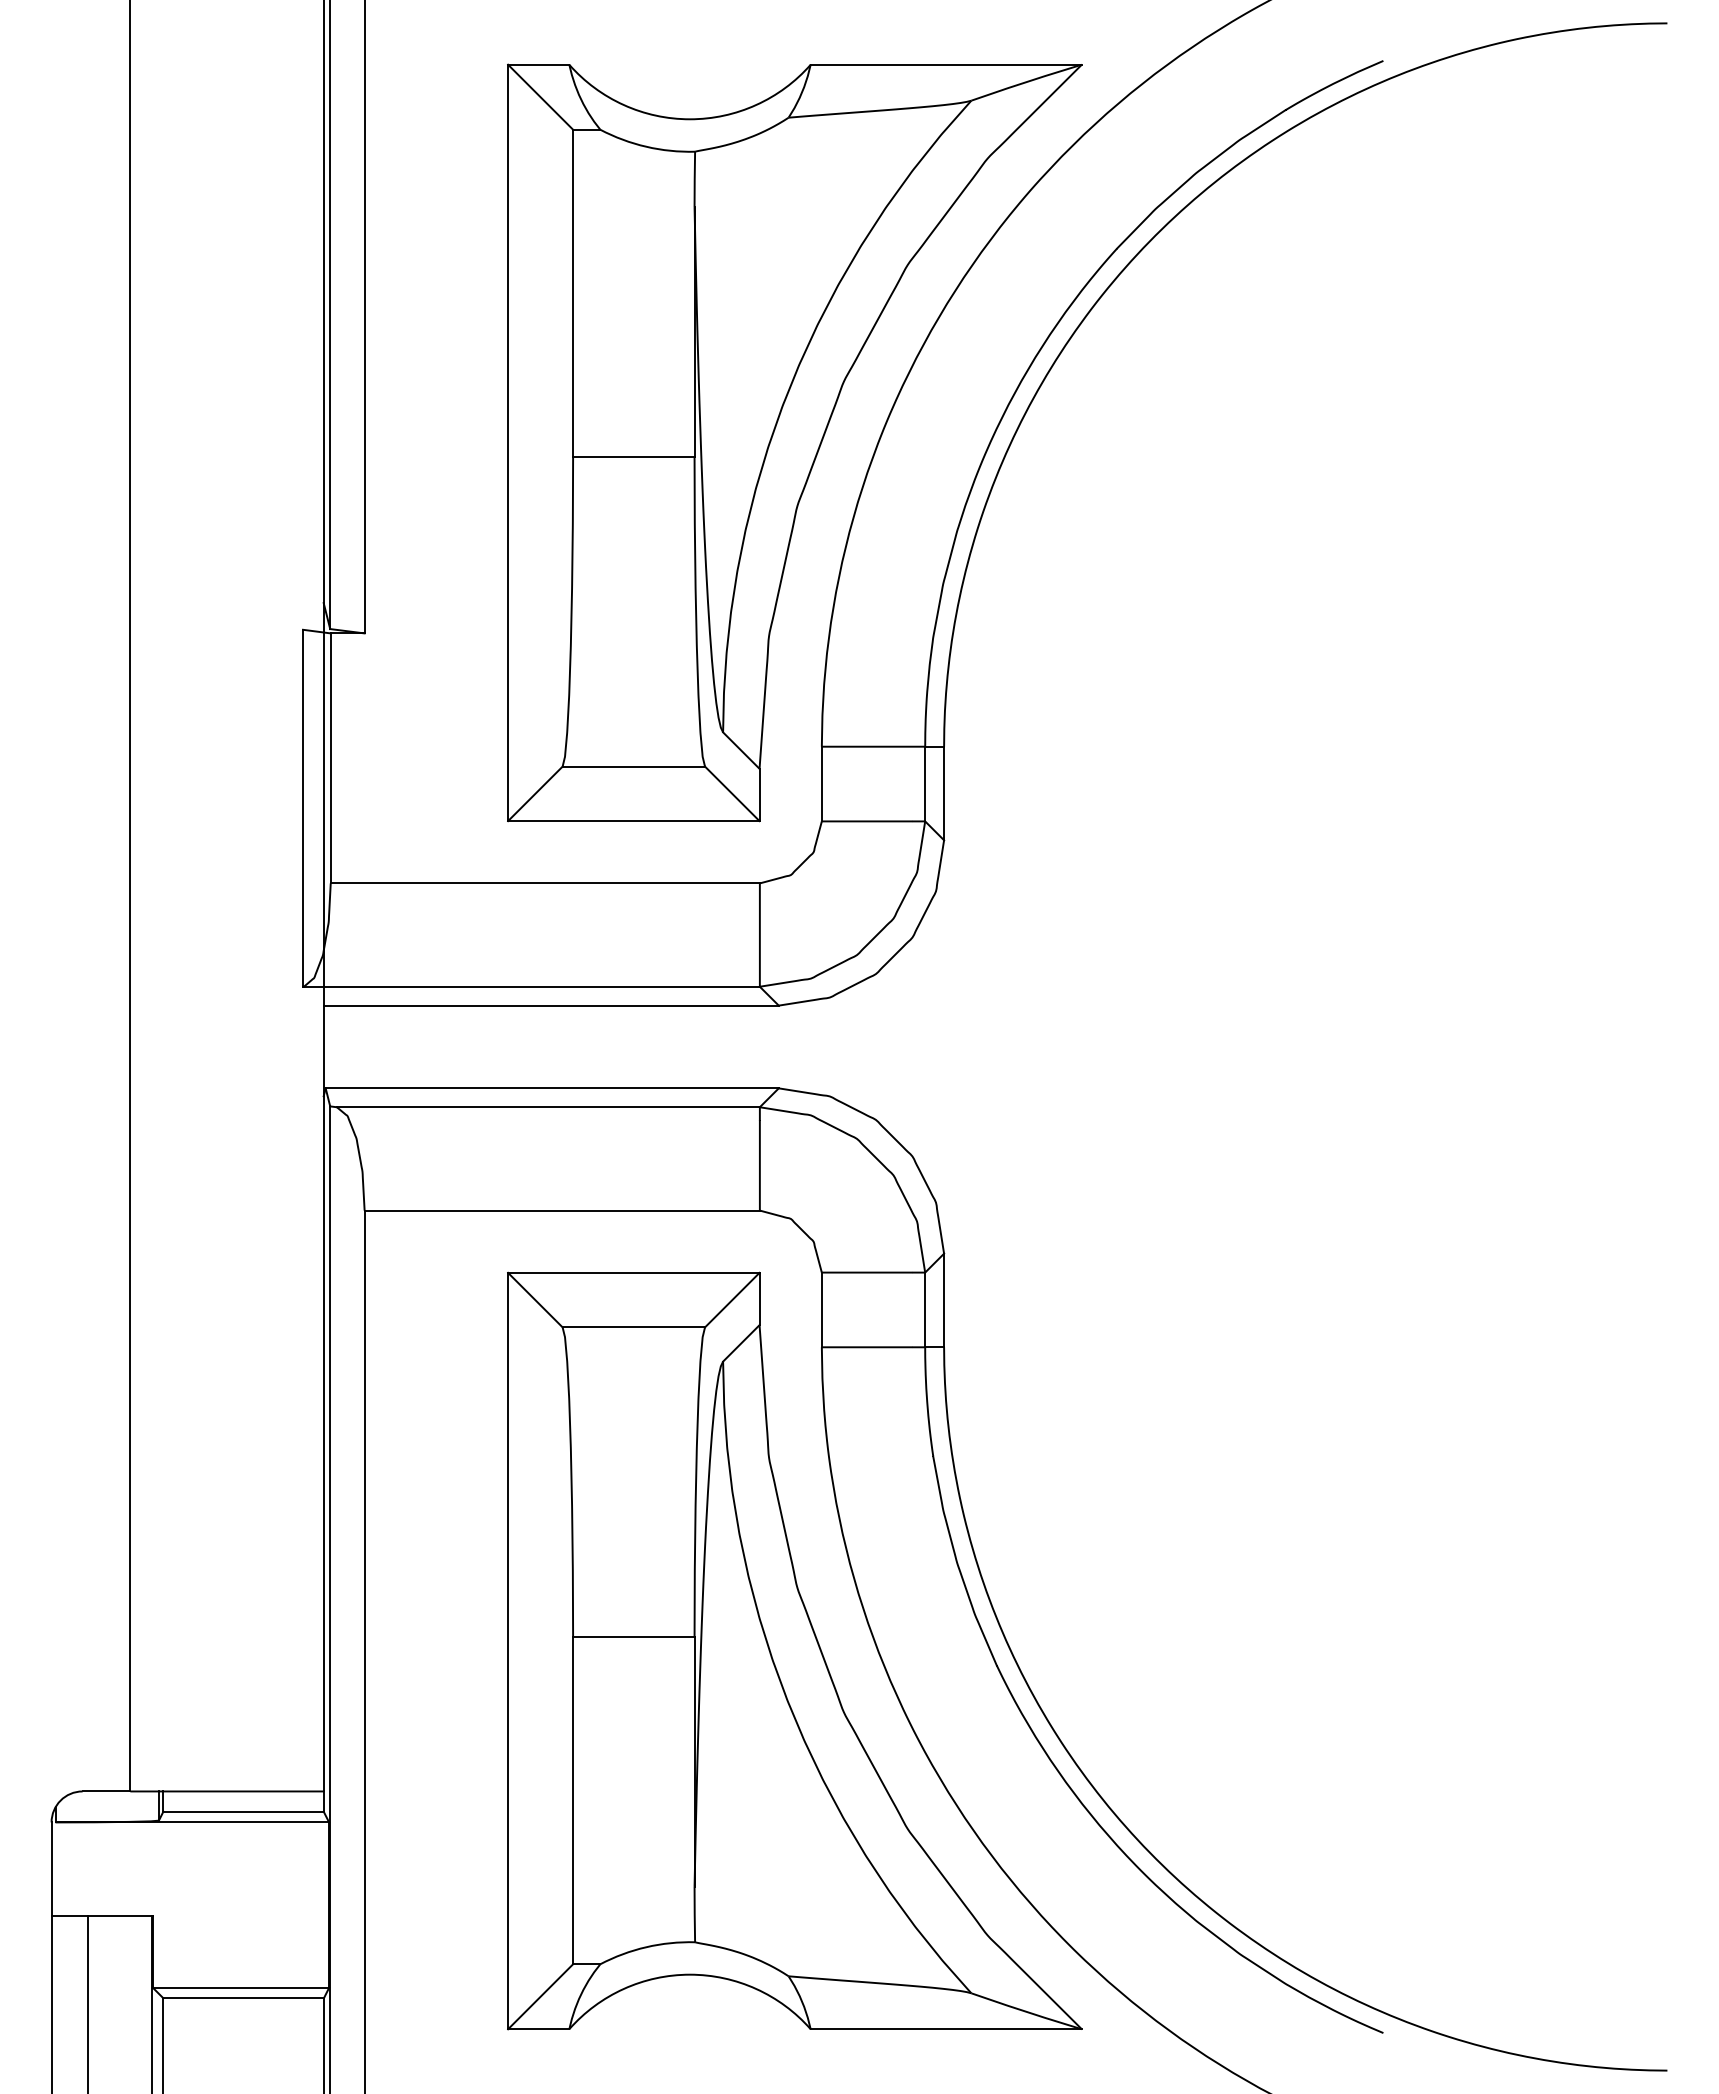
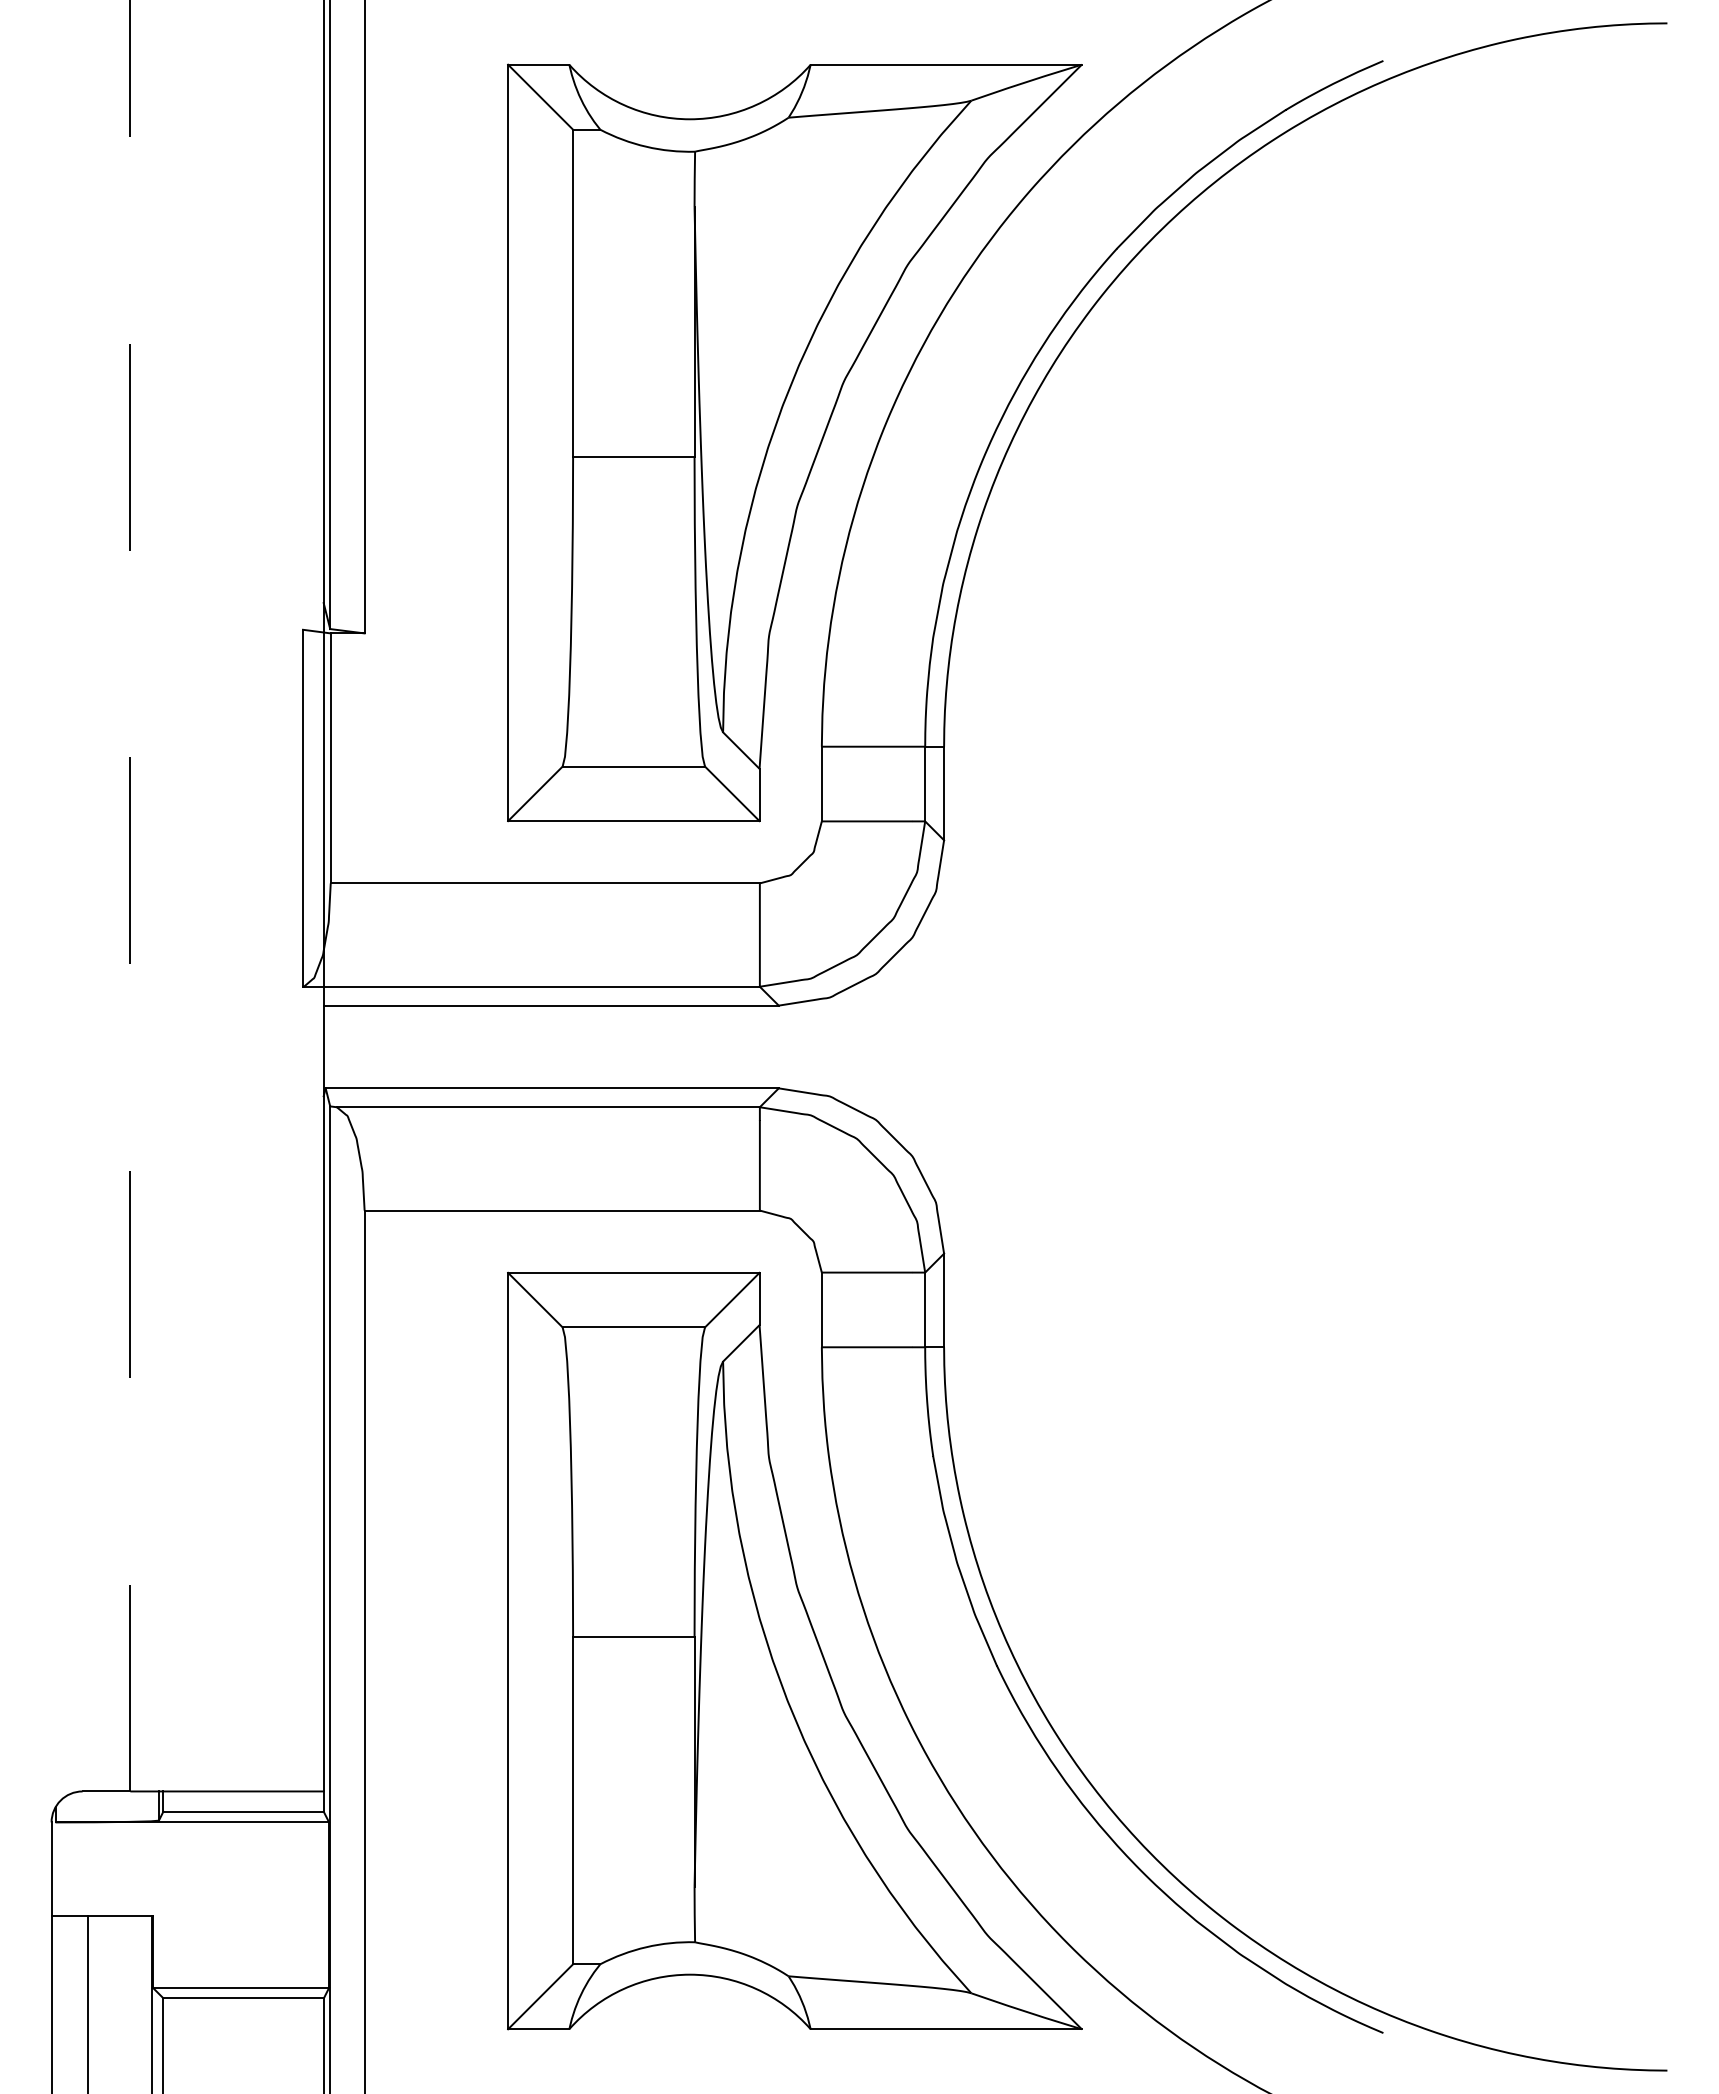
line at (130, 895): solid -> dashed
